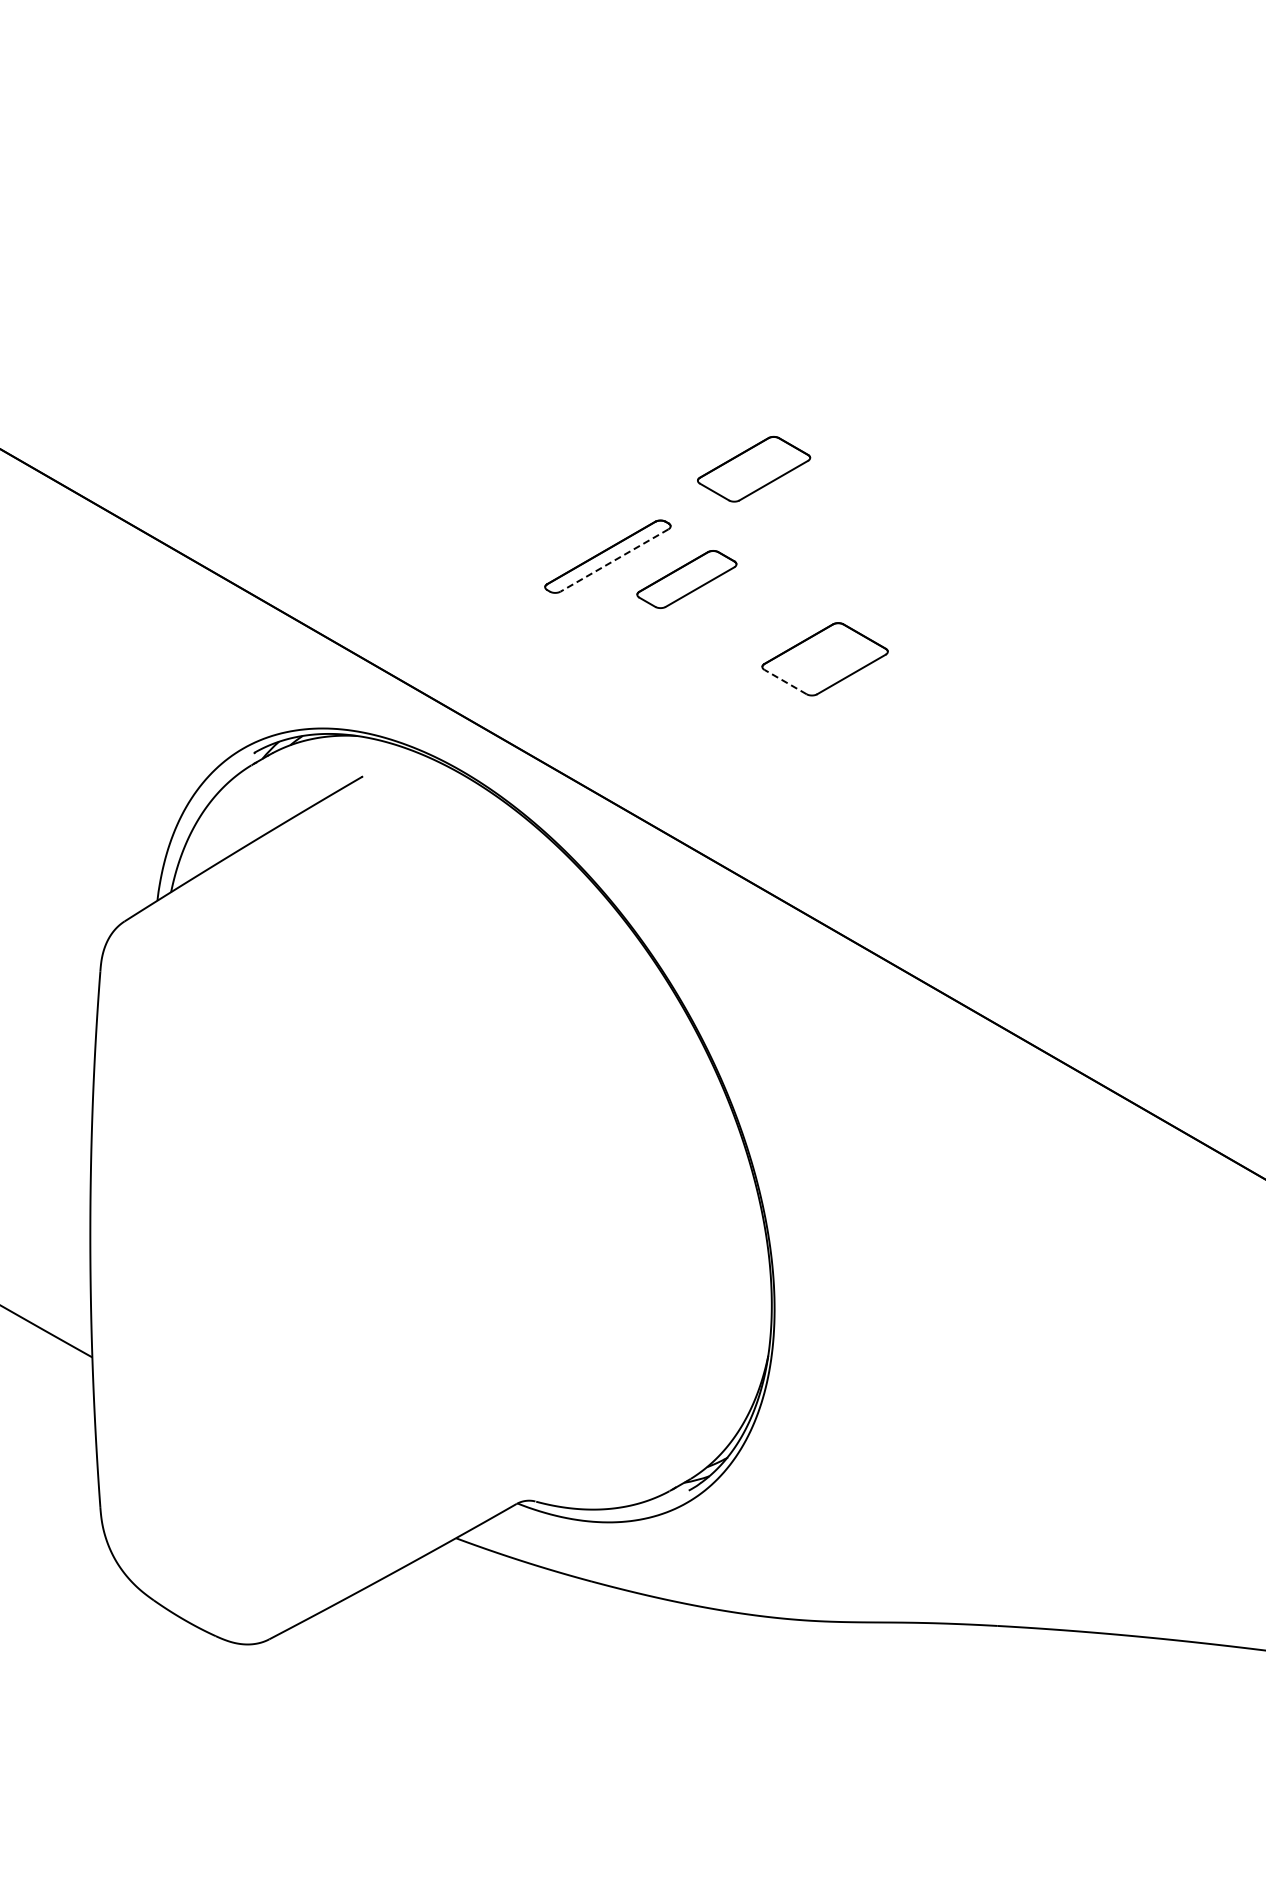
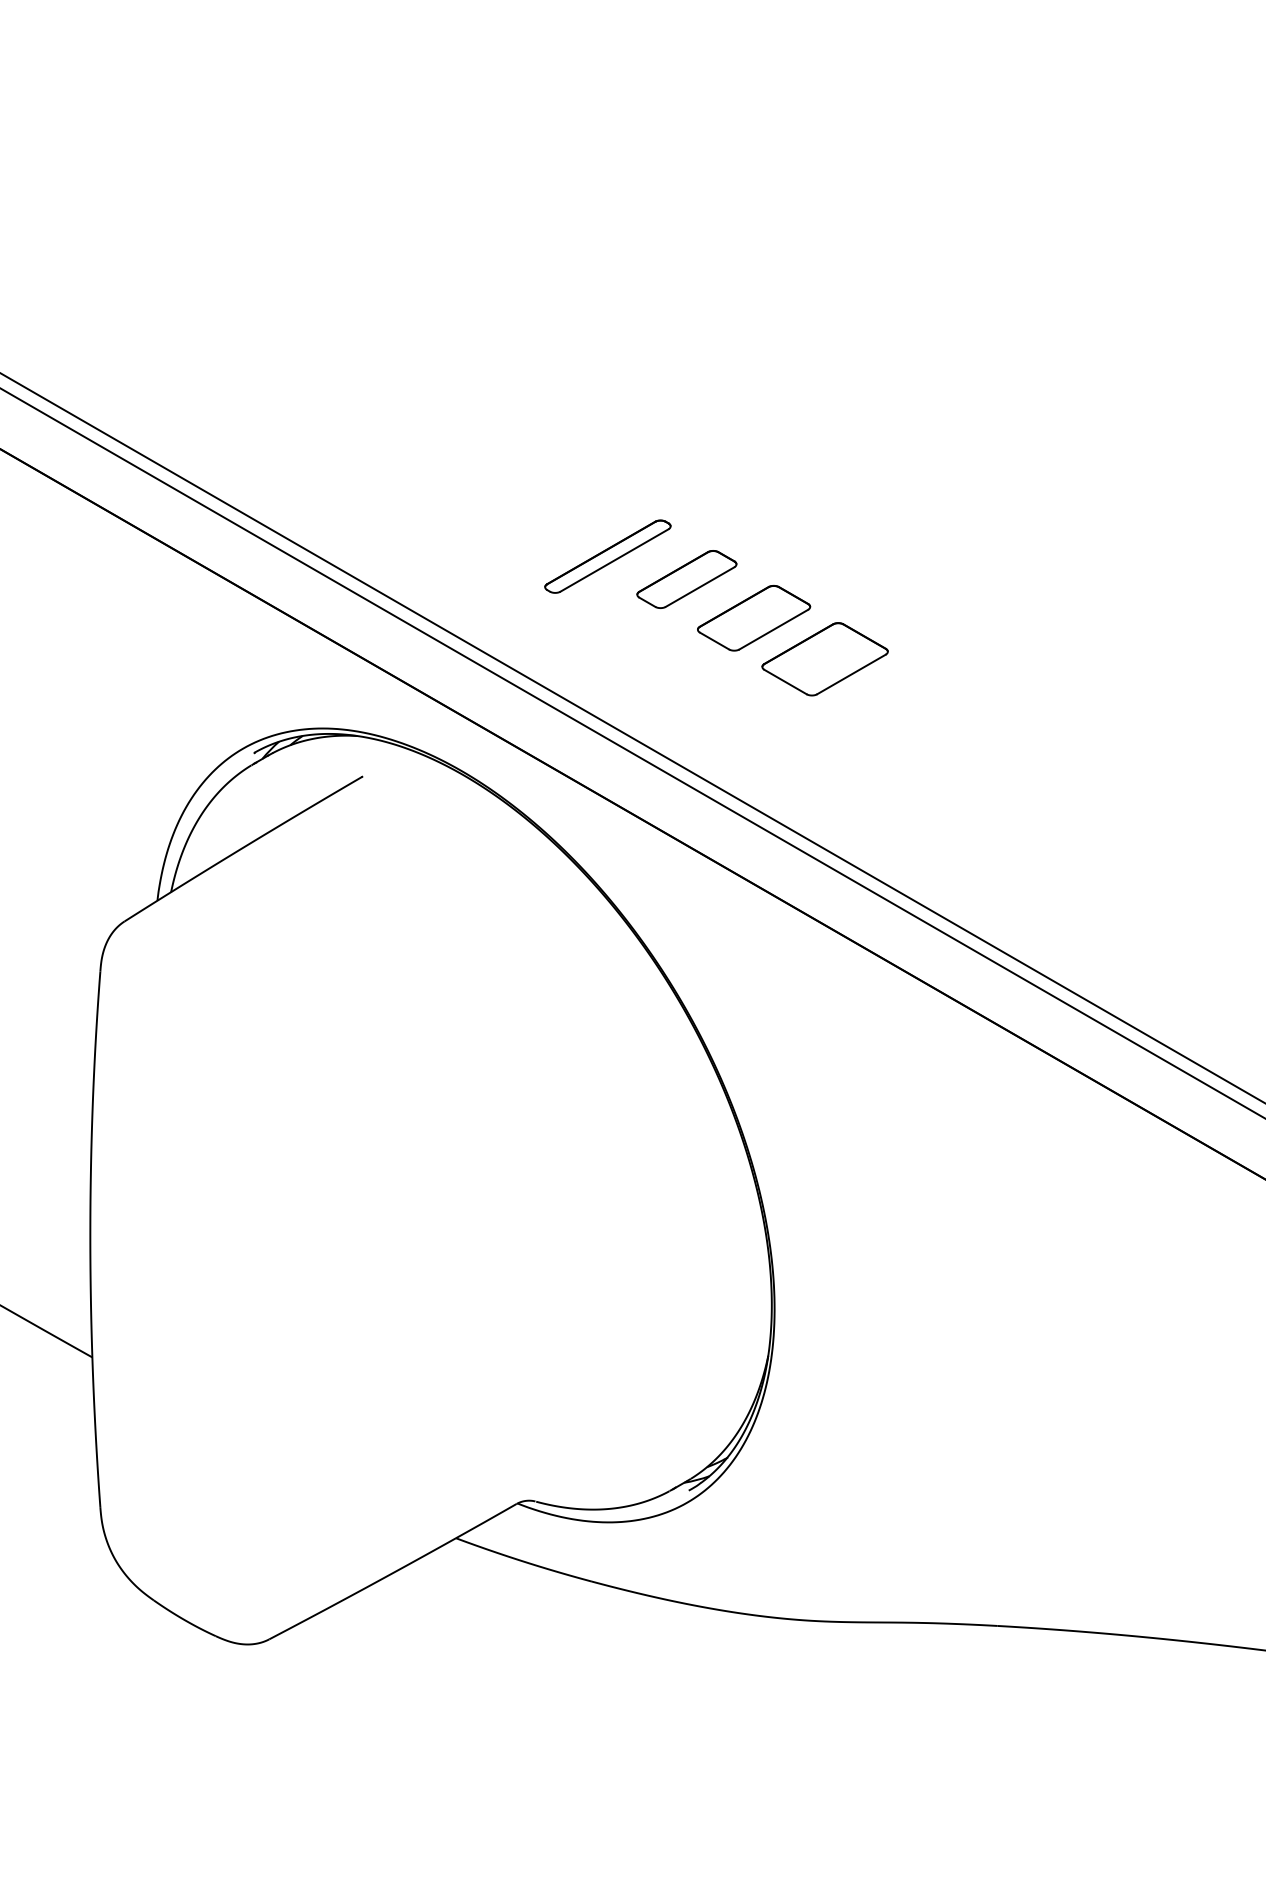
part at (754, 469) position: (754, 469) -> (754, 618)
line at (614, 560): dashed -> solid
line at (785, 681): dashed -> solid
line at (632, 737): none -> present
line at (632, 753): none -> present
